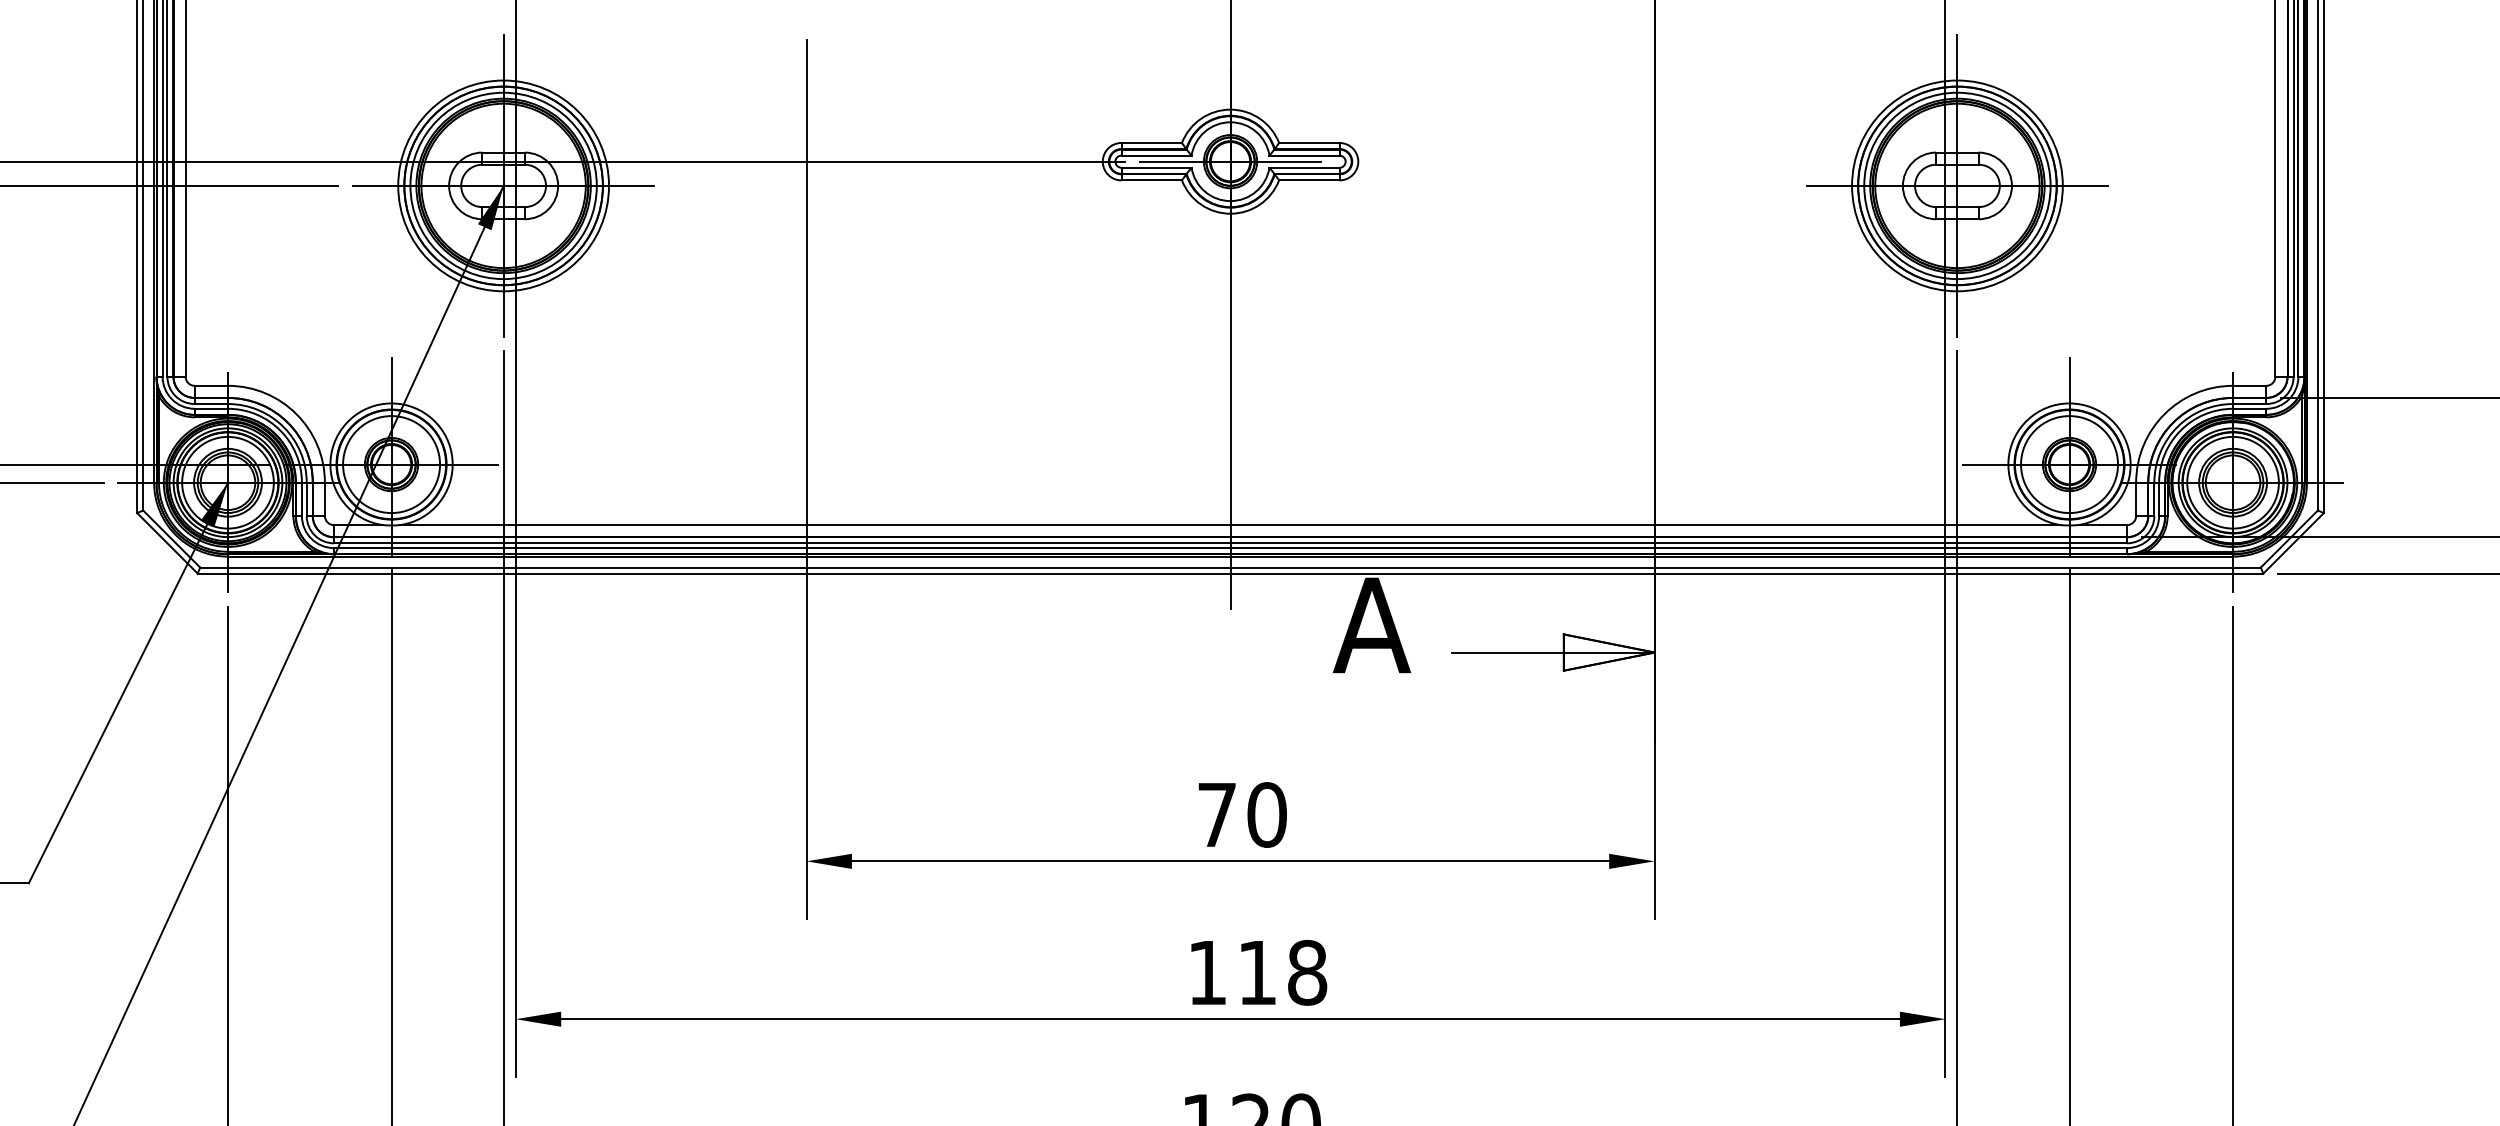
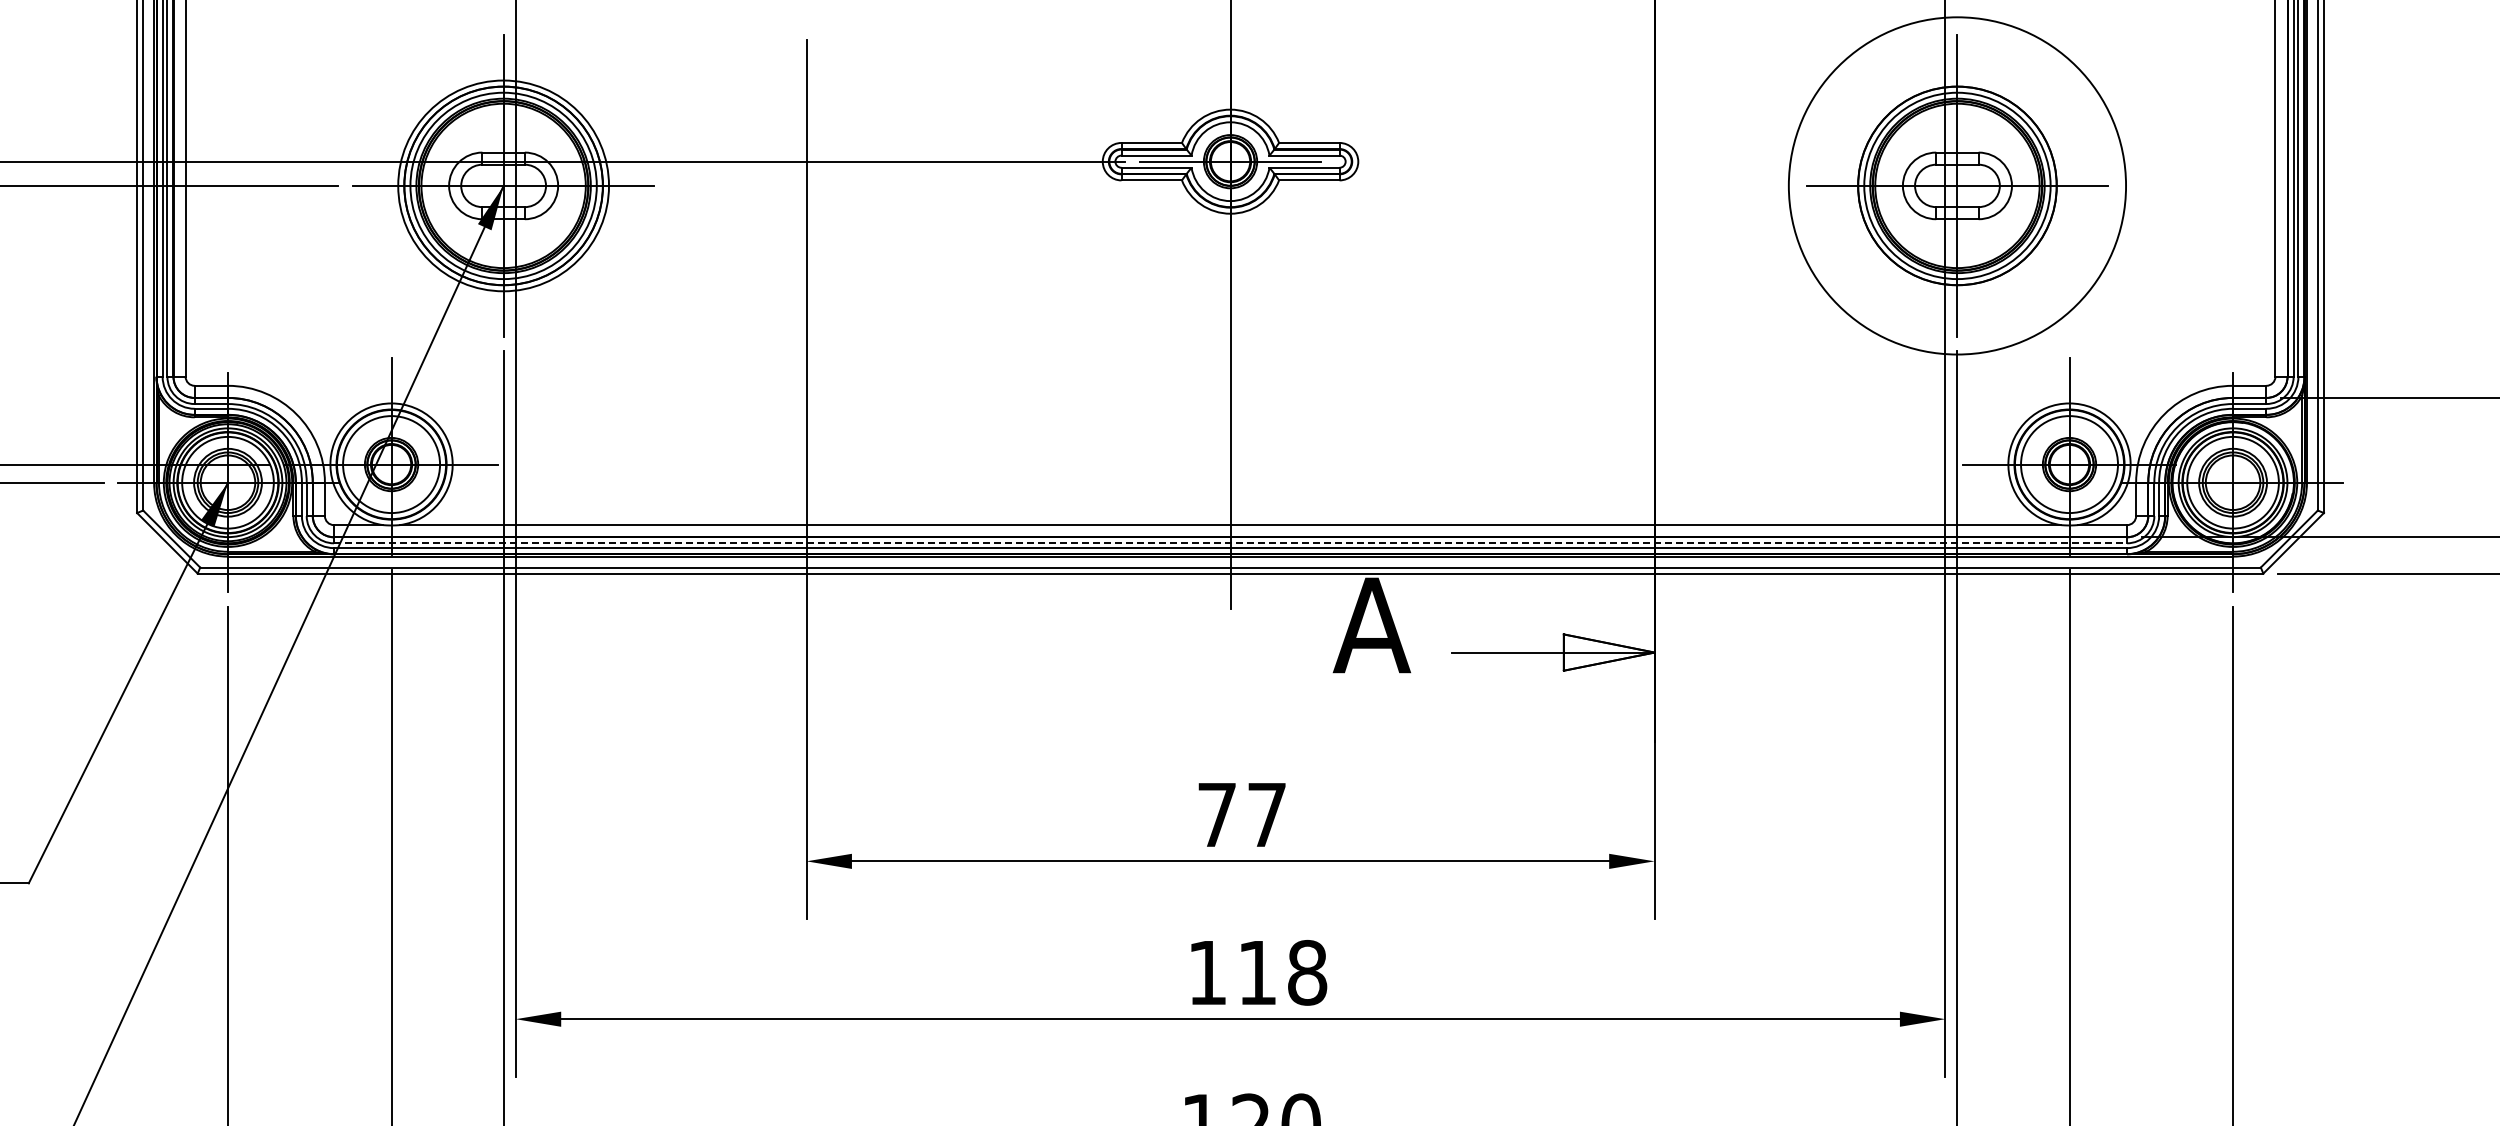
circle at (1957, 185) diameter: 211 px -> 337 px
line at (1230, 543): solid -> dashed
text at (1266, 814): 70 -> 77
